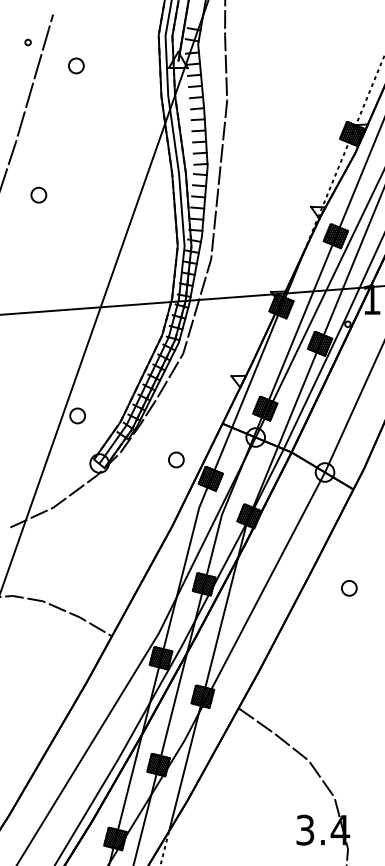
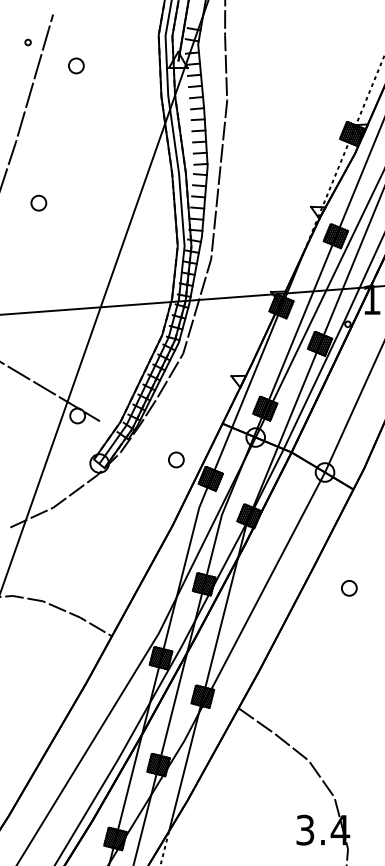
part at (38, 194) position: (38, 194) -> (38, 202)
line at (51, 391): none -> present
